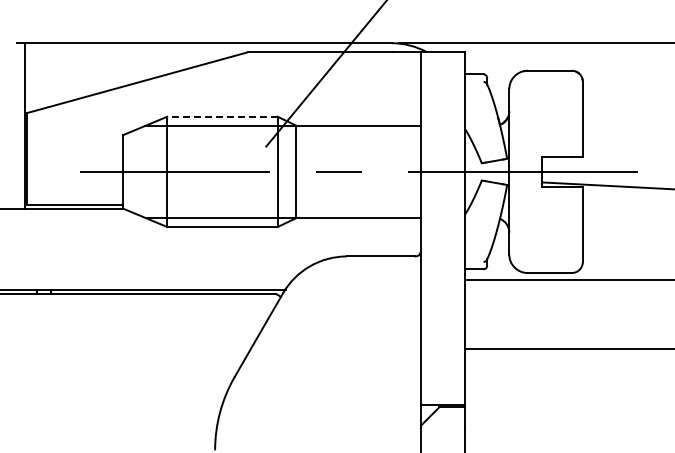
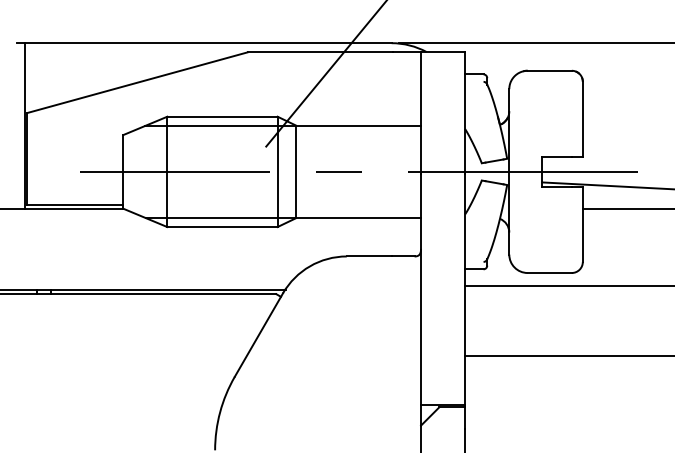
line at (221, 116): dashed -> solid
line at (626, 208): none -> present
line at (568, 279) position: (568, 279) -> (568, 285)
line at (568, 348) position: (568, 348) -> (568, 355)
